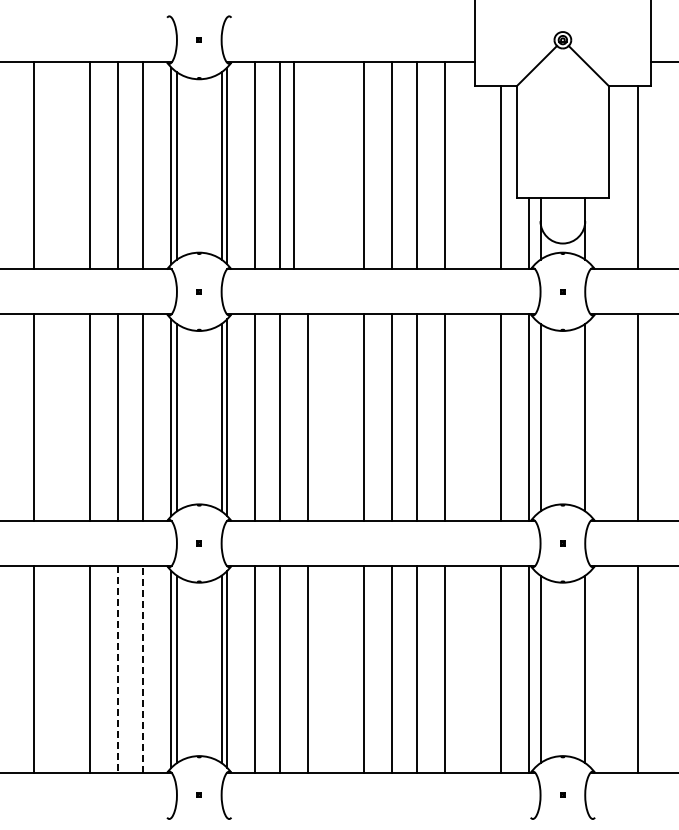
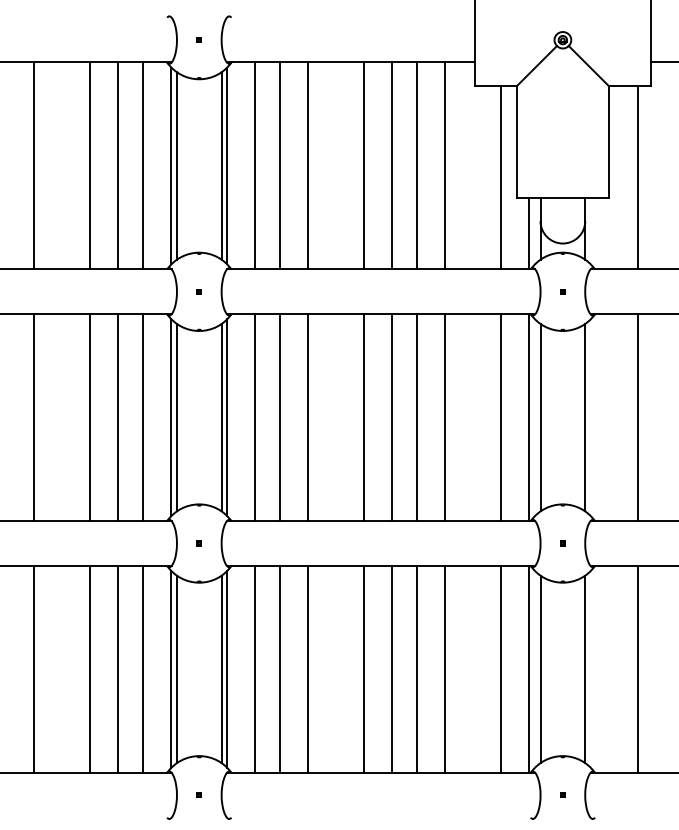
line at (294, 165) position: (294, 165) -> (308, 165)
line at (143, 668): dashed -> solid
line at (118, 669): dashed -> solid
